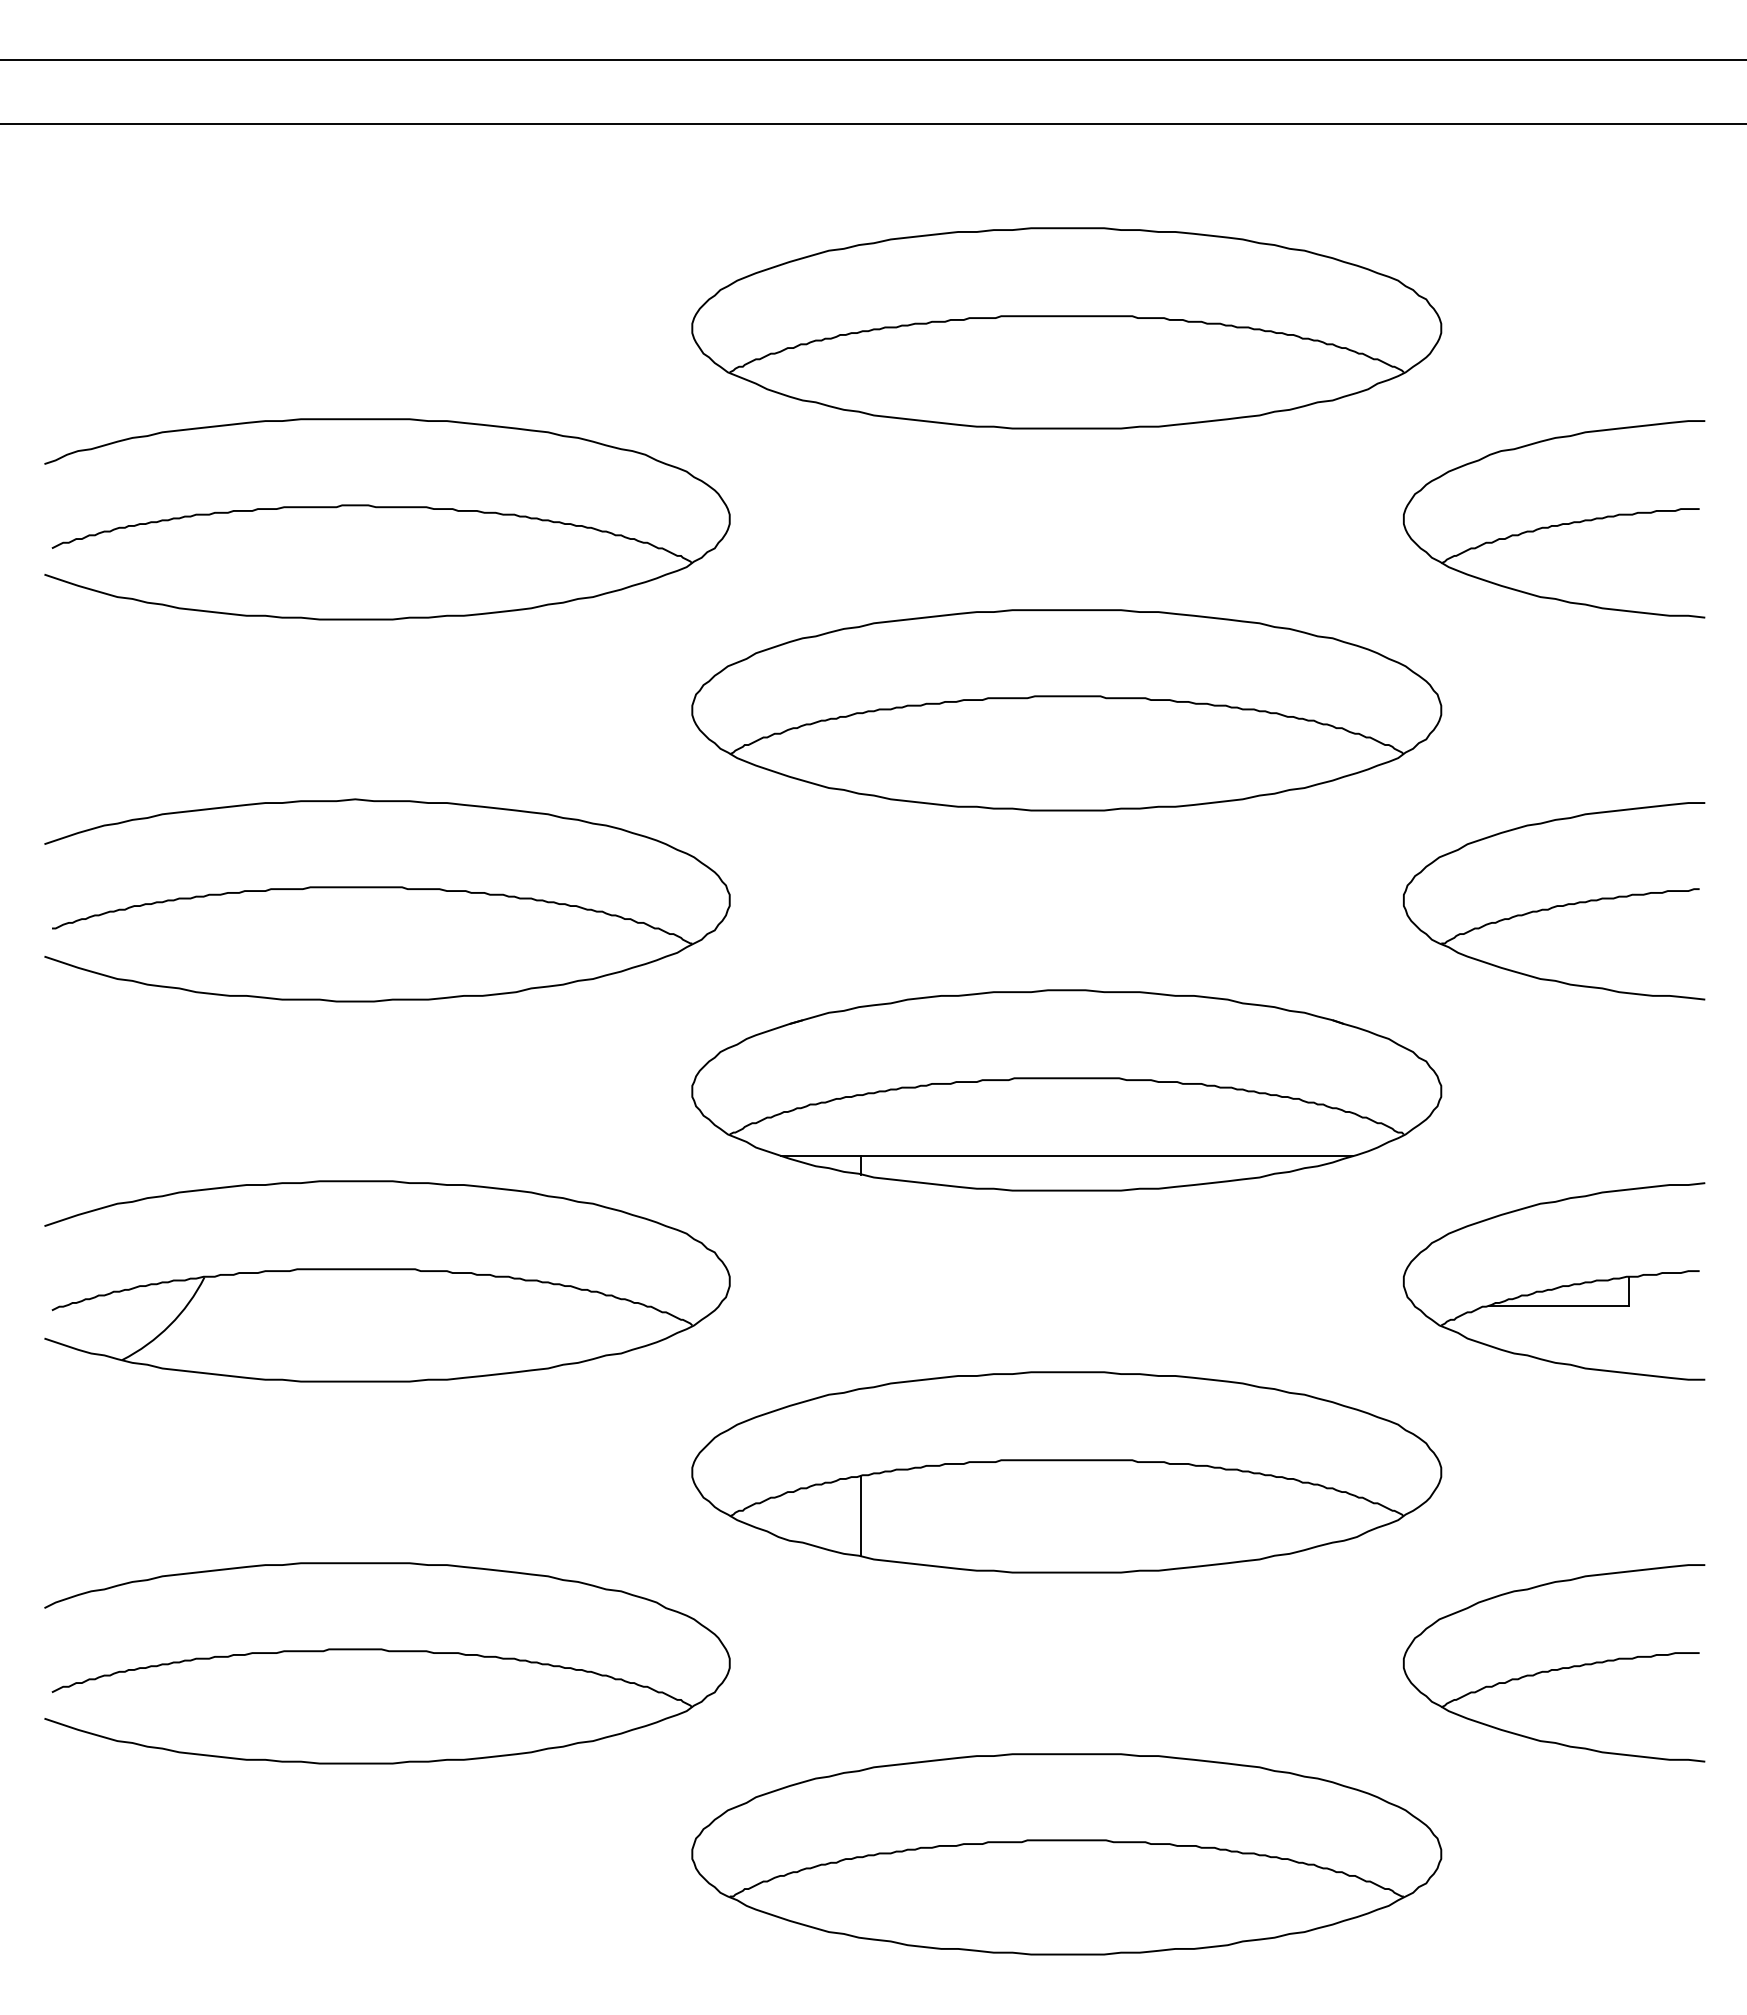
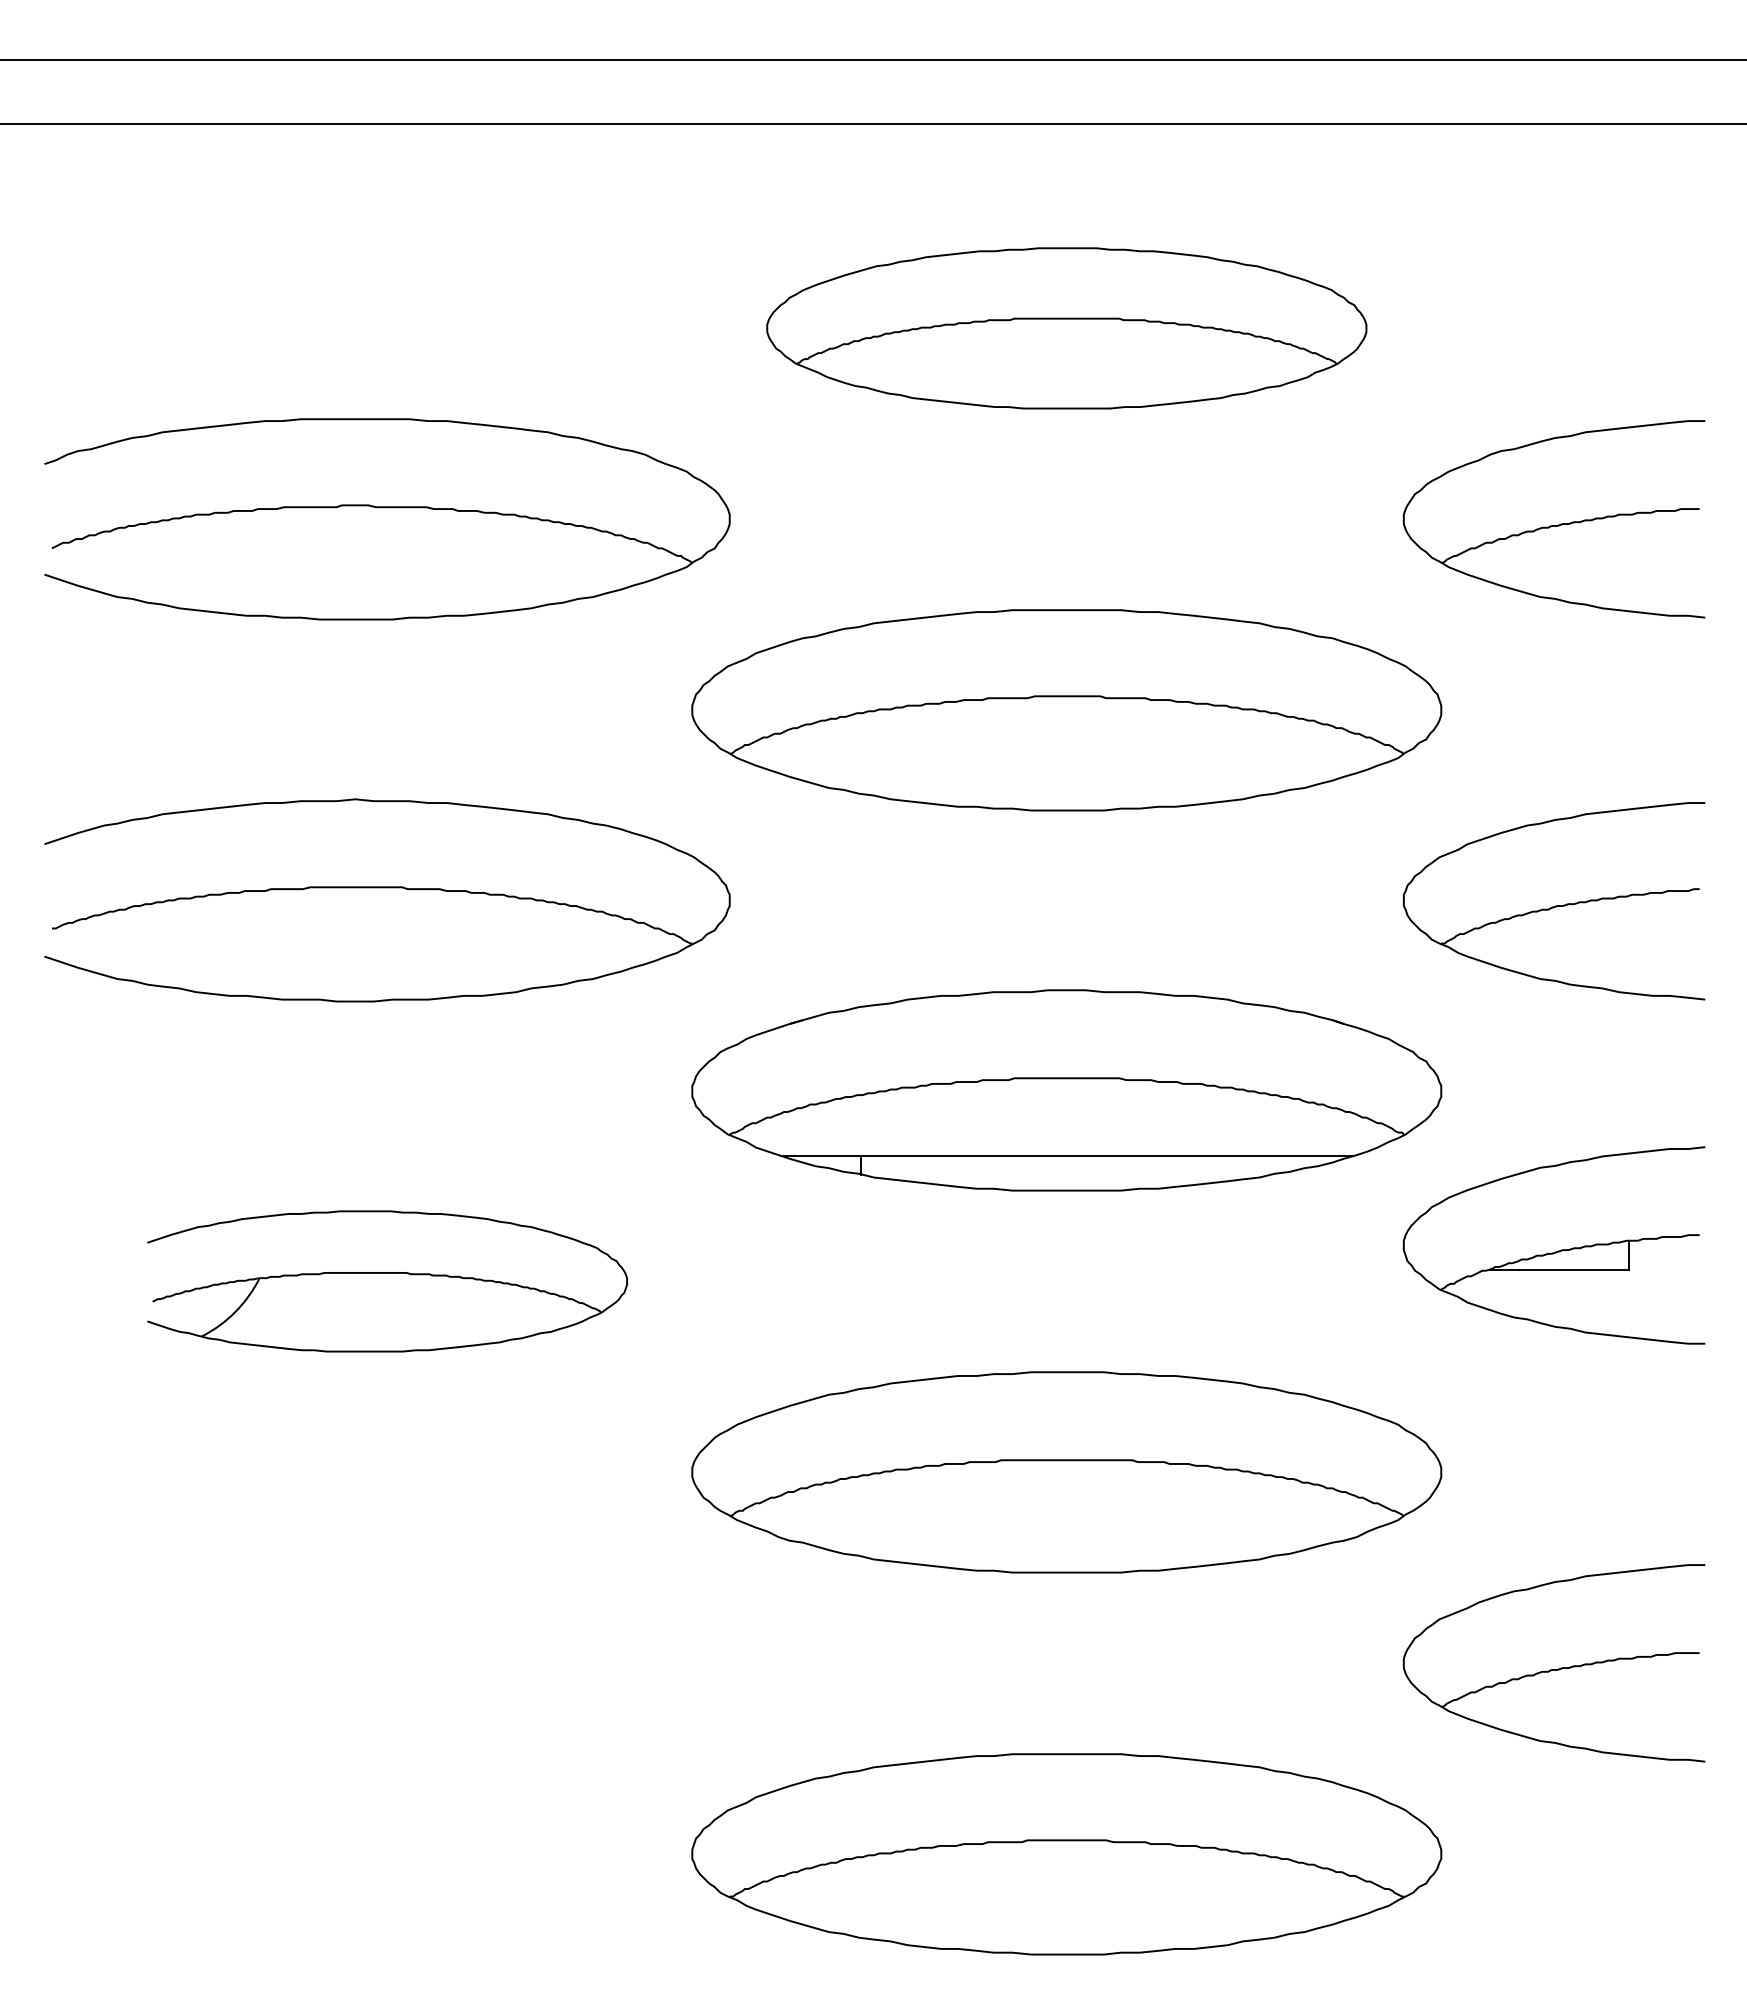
part at (1066, 328) size: 752x203 px -> 602x163 px
part at (387, 1281) size: 687x203 px -> 481x143 px
part at (1555, 1287) position: (1555, 1287) -> (1555, 1251)
line at (861, 1516): present -> none
part at (389, 1652): present -> none
